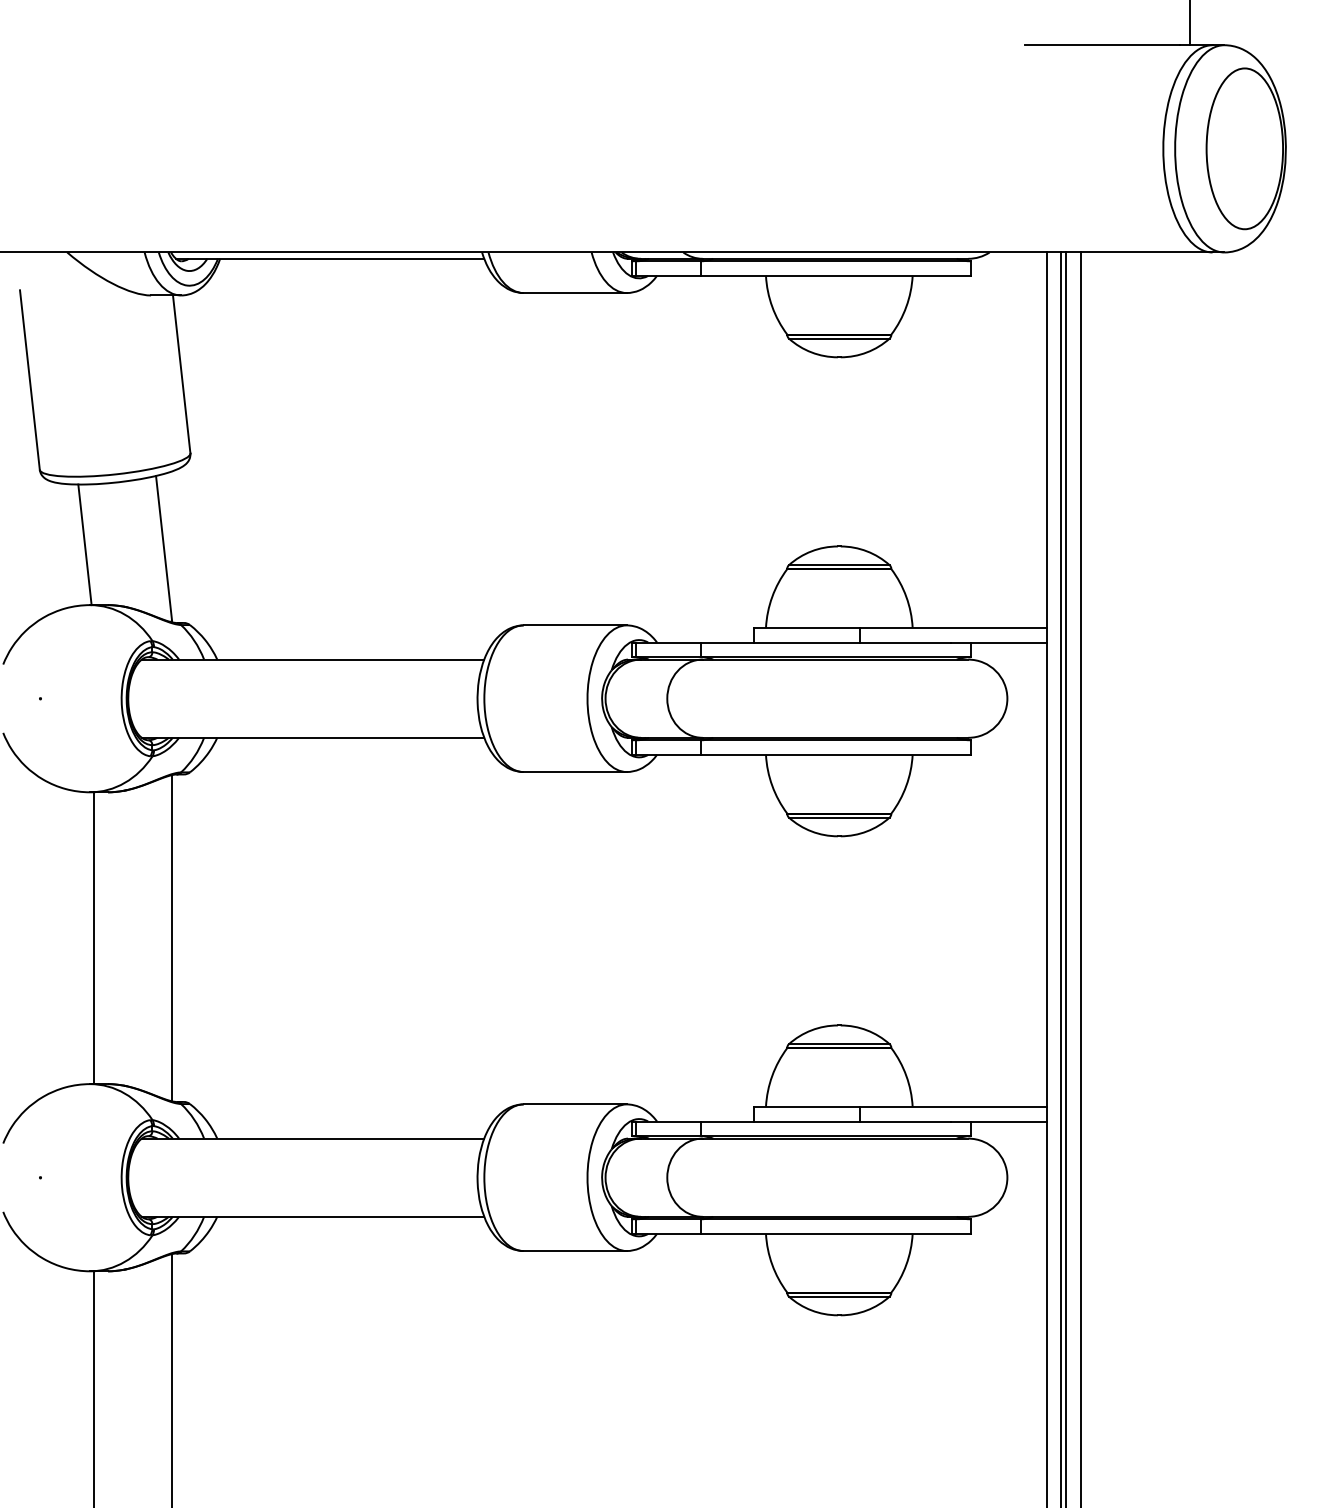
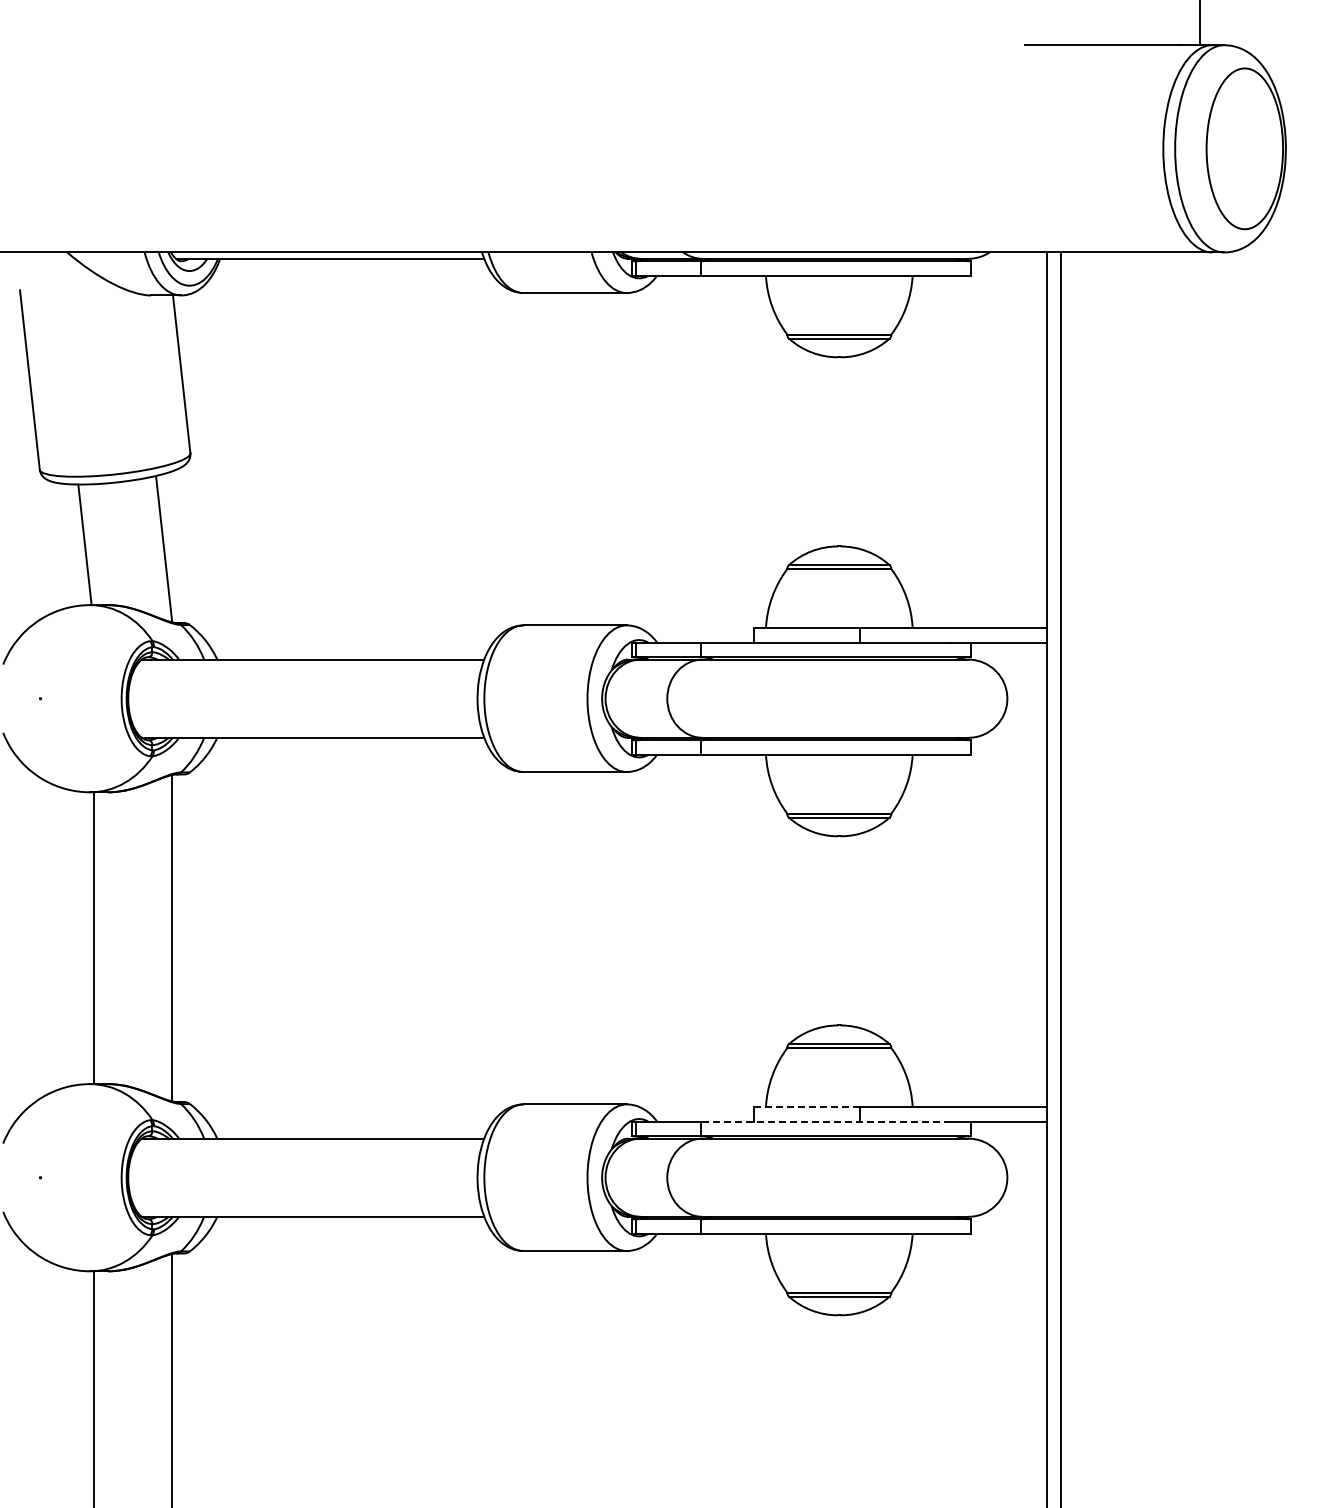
line at (1189, 23) position: (1189, 23) -> (1199, 23)
line at (1066, 878): present -> none
line at (1080, 878): present -> none
line at (806, 1106): solid -> dashed
line at (825, 1121): solid -> dashed
